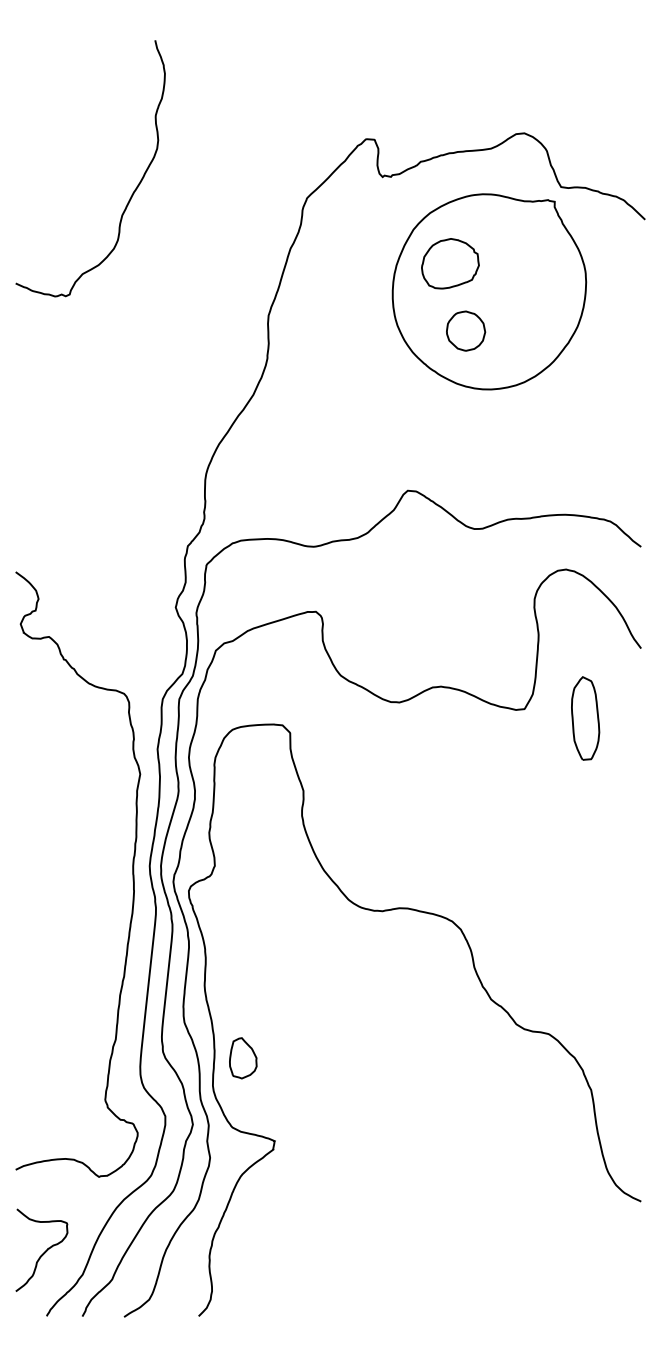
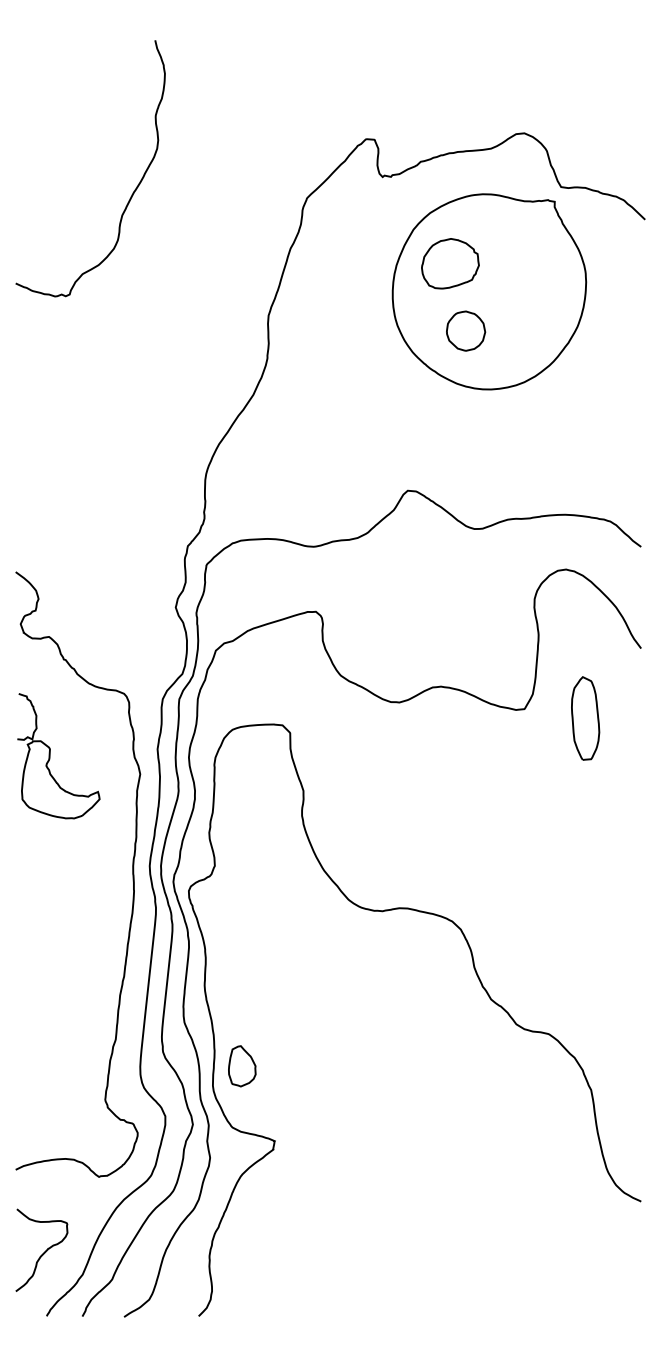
part at (50, 756): none -> present
part at (243, 1058) position: (243, 1058) -> (242, 1066)
